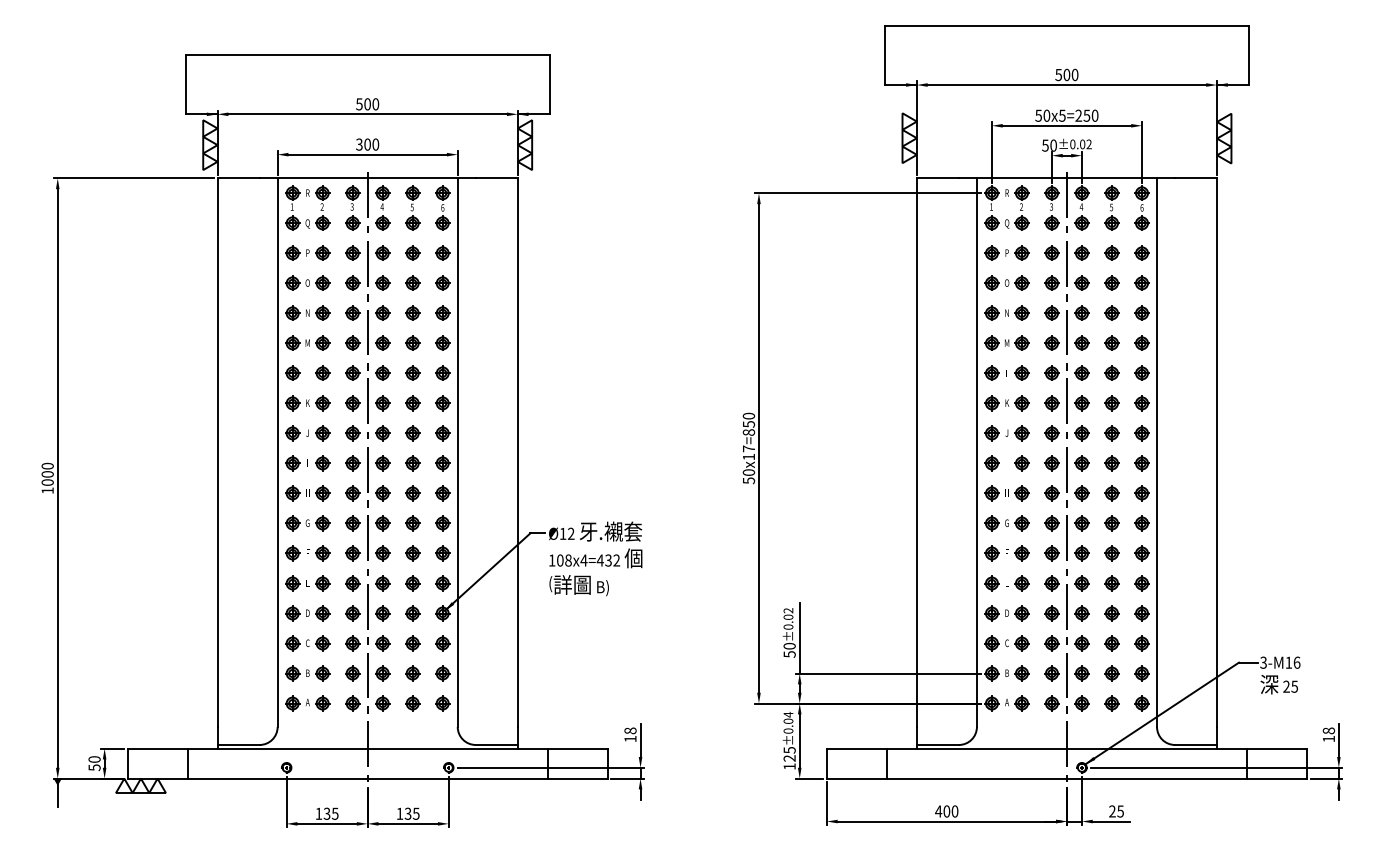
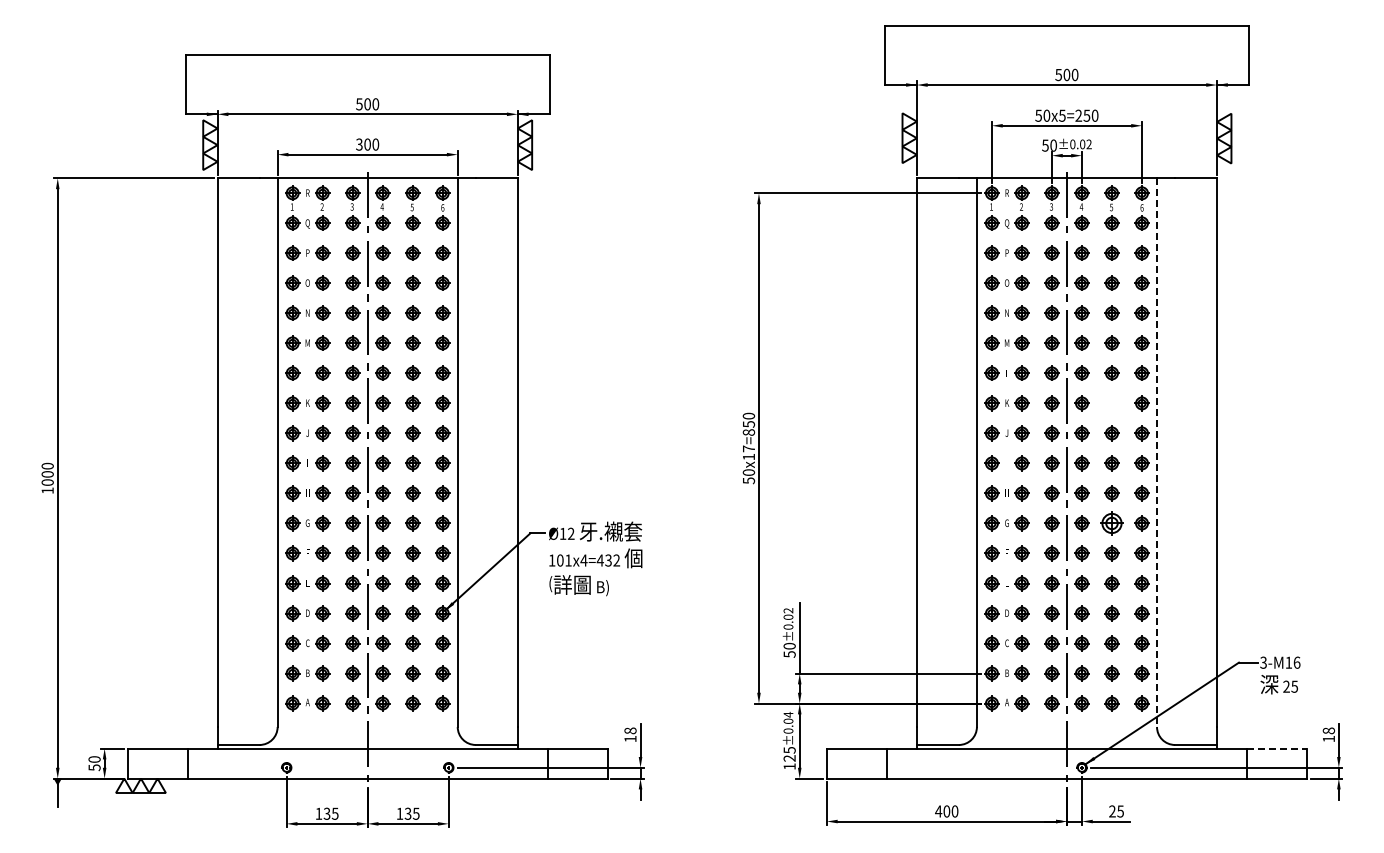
part at (1111, 403): present -> none
line at (1157, 453): solid -> dashed
part at (1111, 523) size: 16x17 px -> 24x25 px
text at (568, 560): 108x4=432 -> 101x4=432
line at (1277, 748): solid -> dashed
